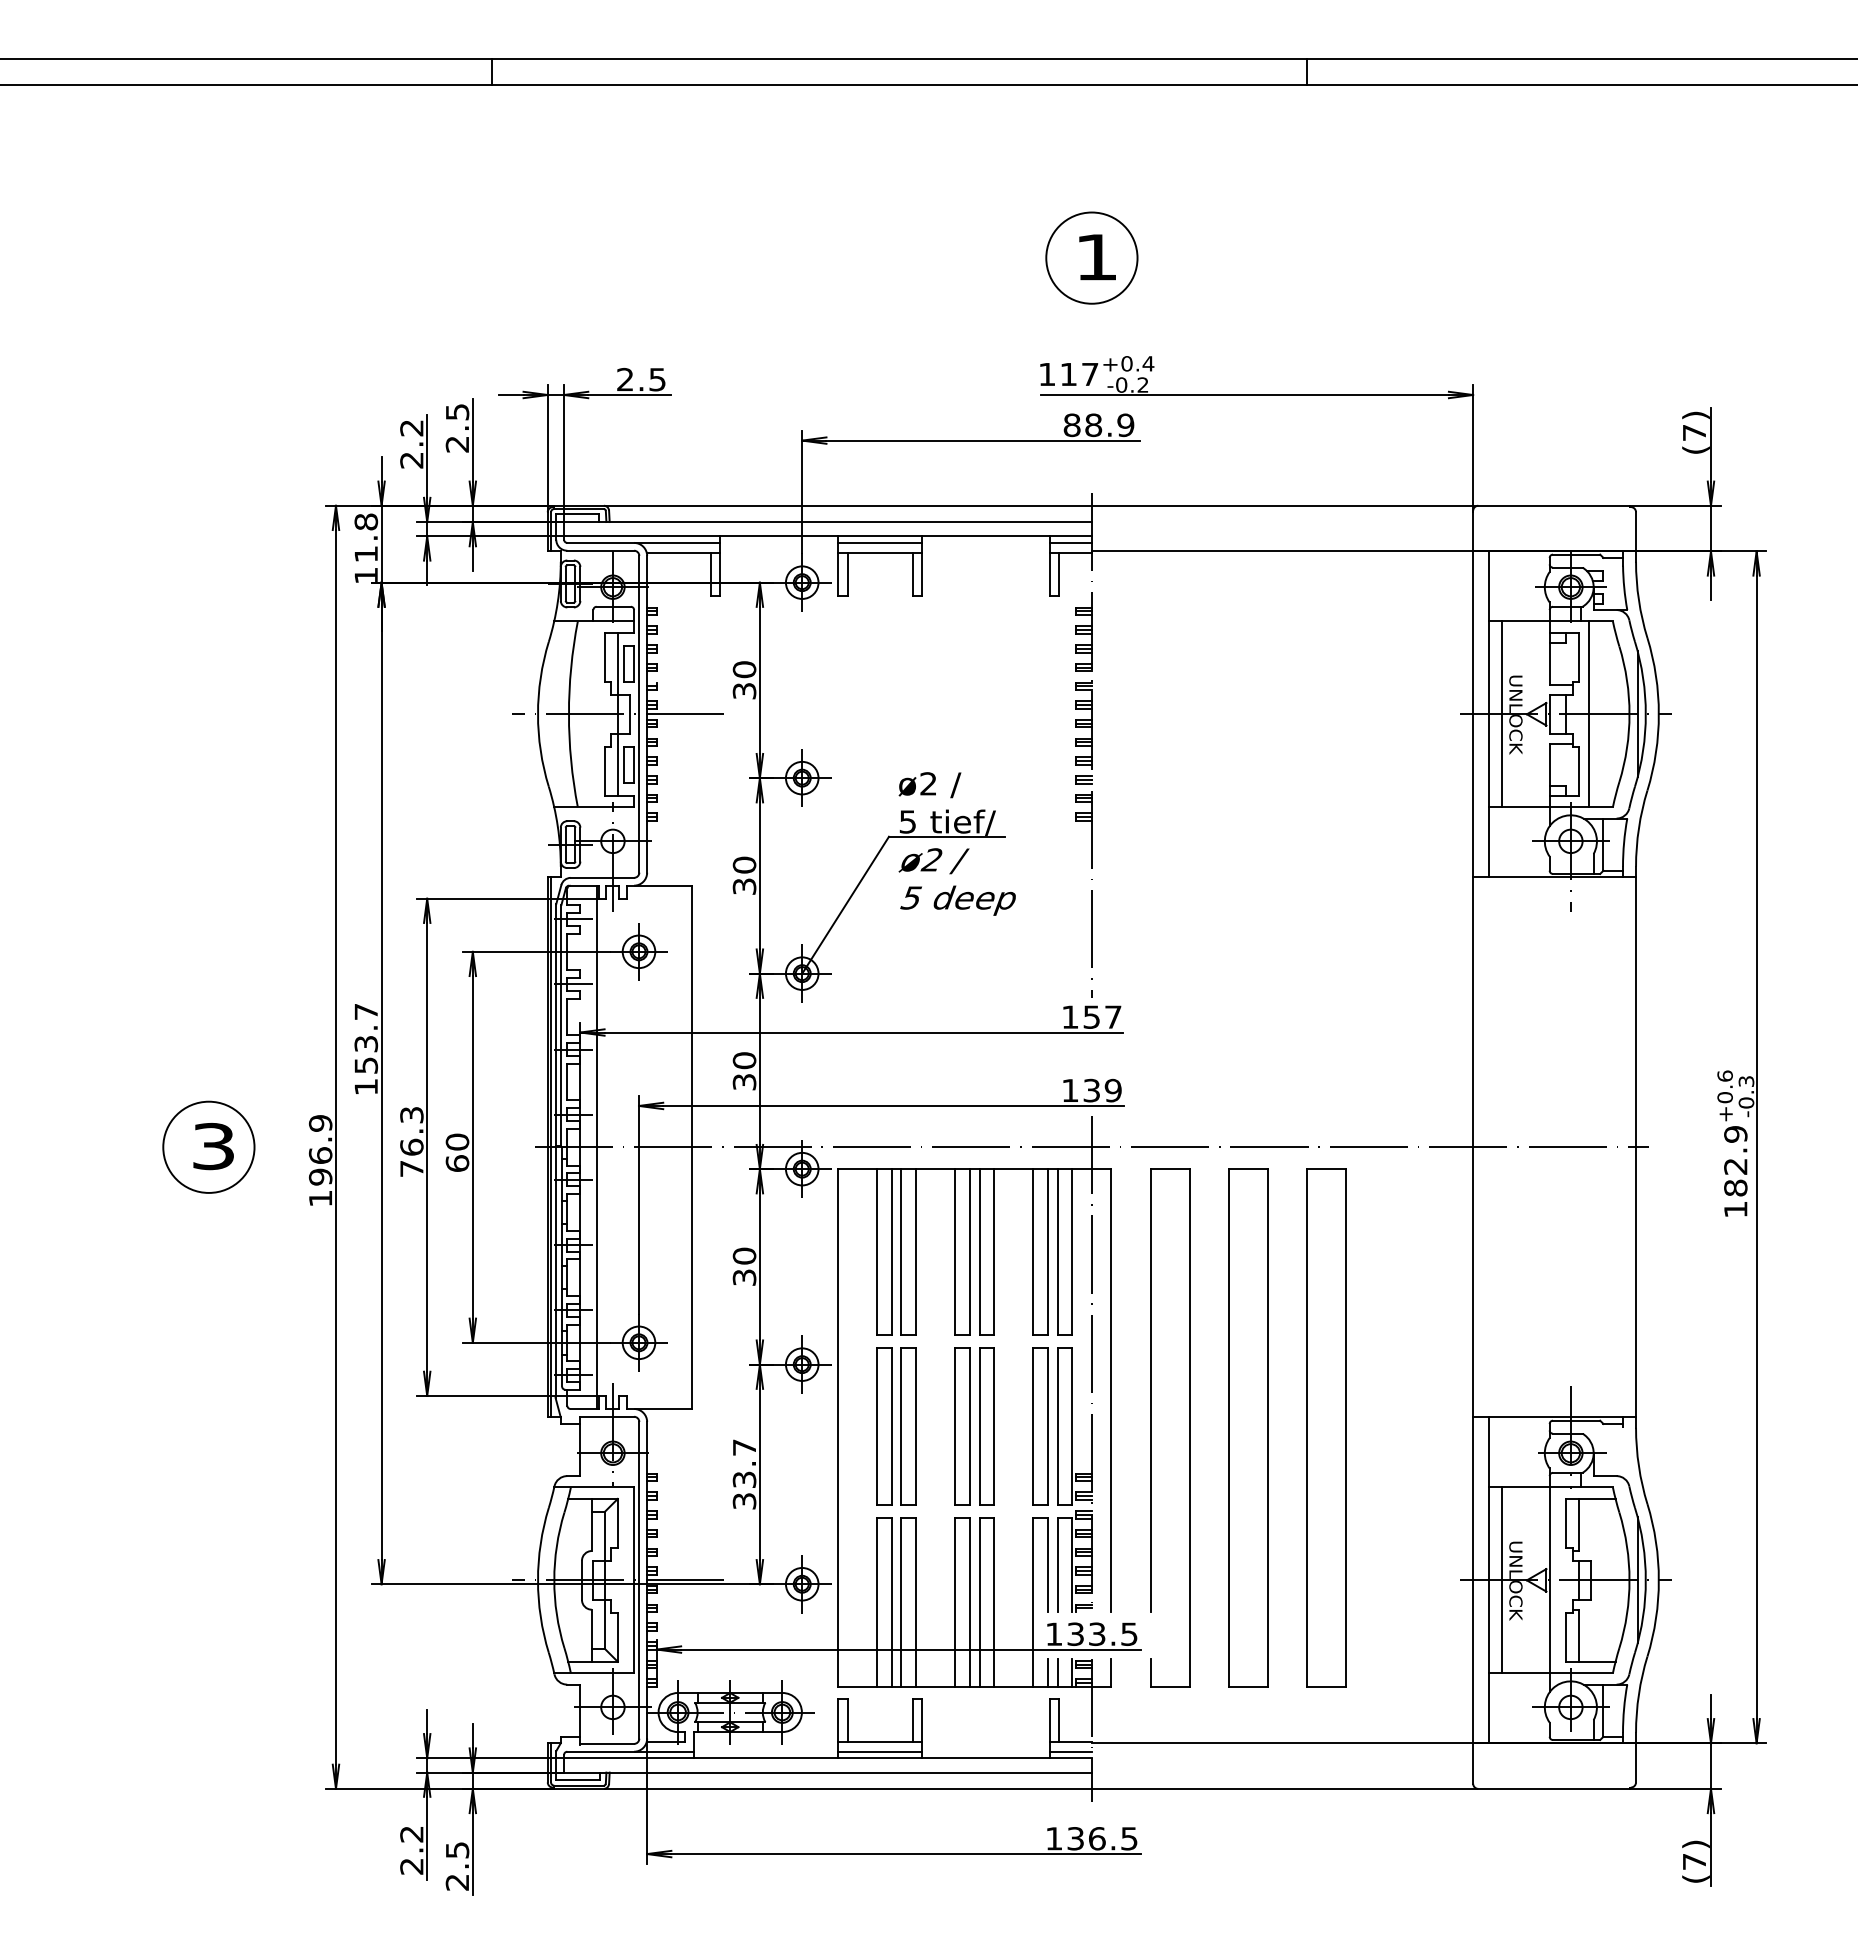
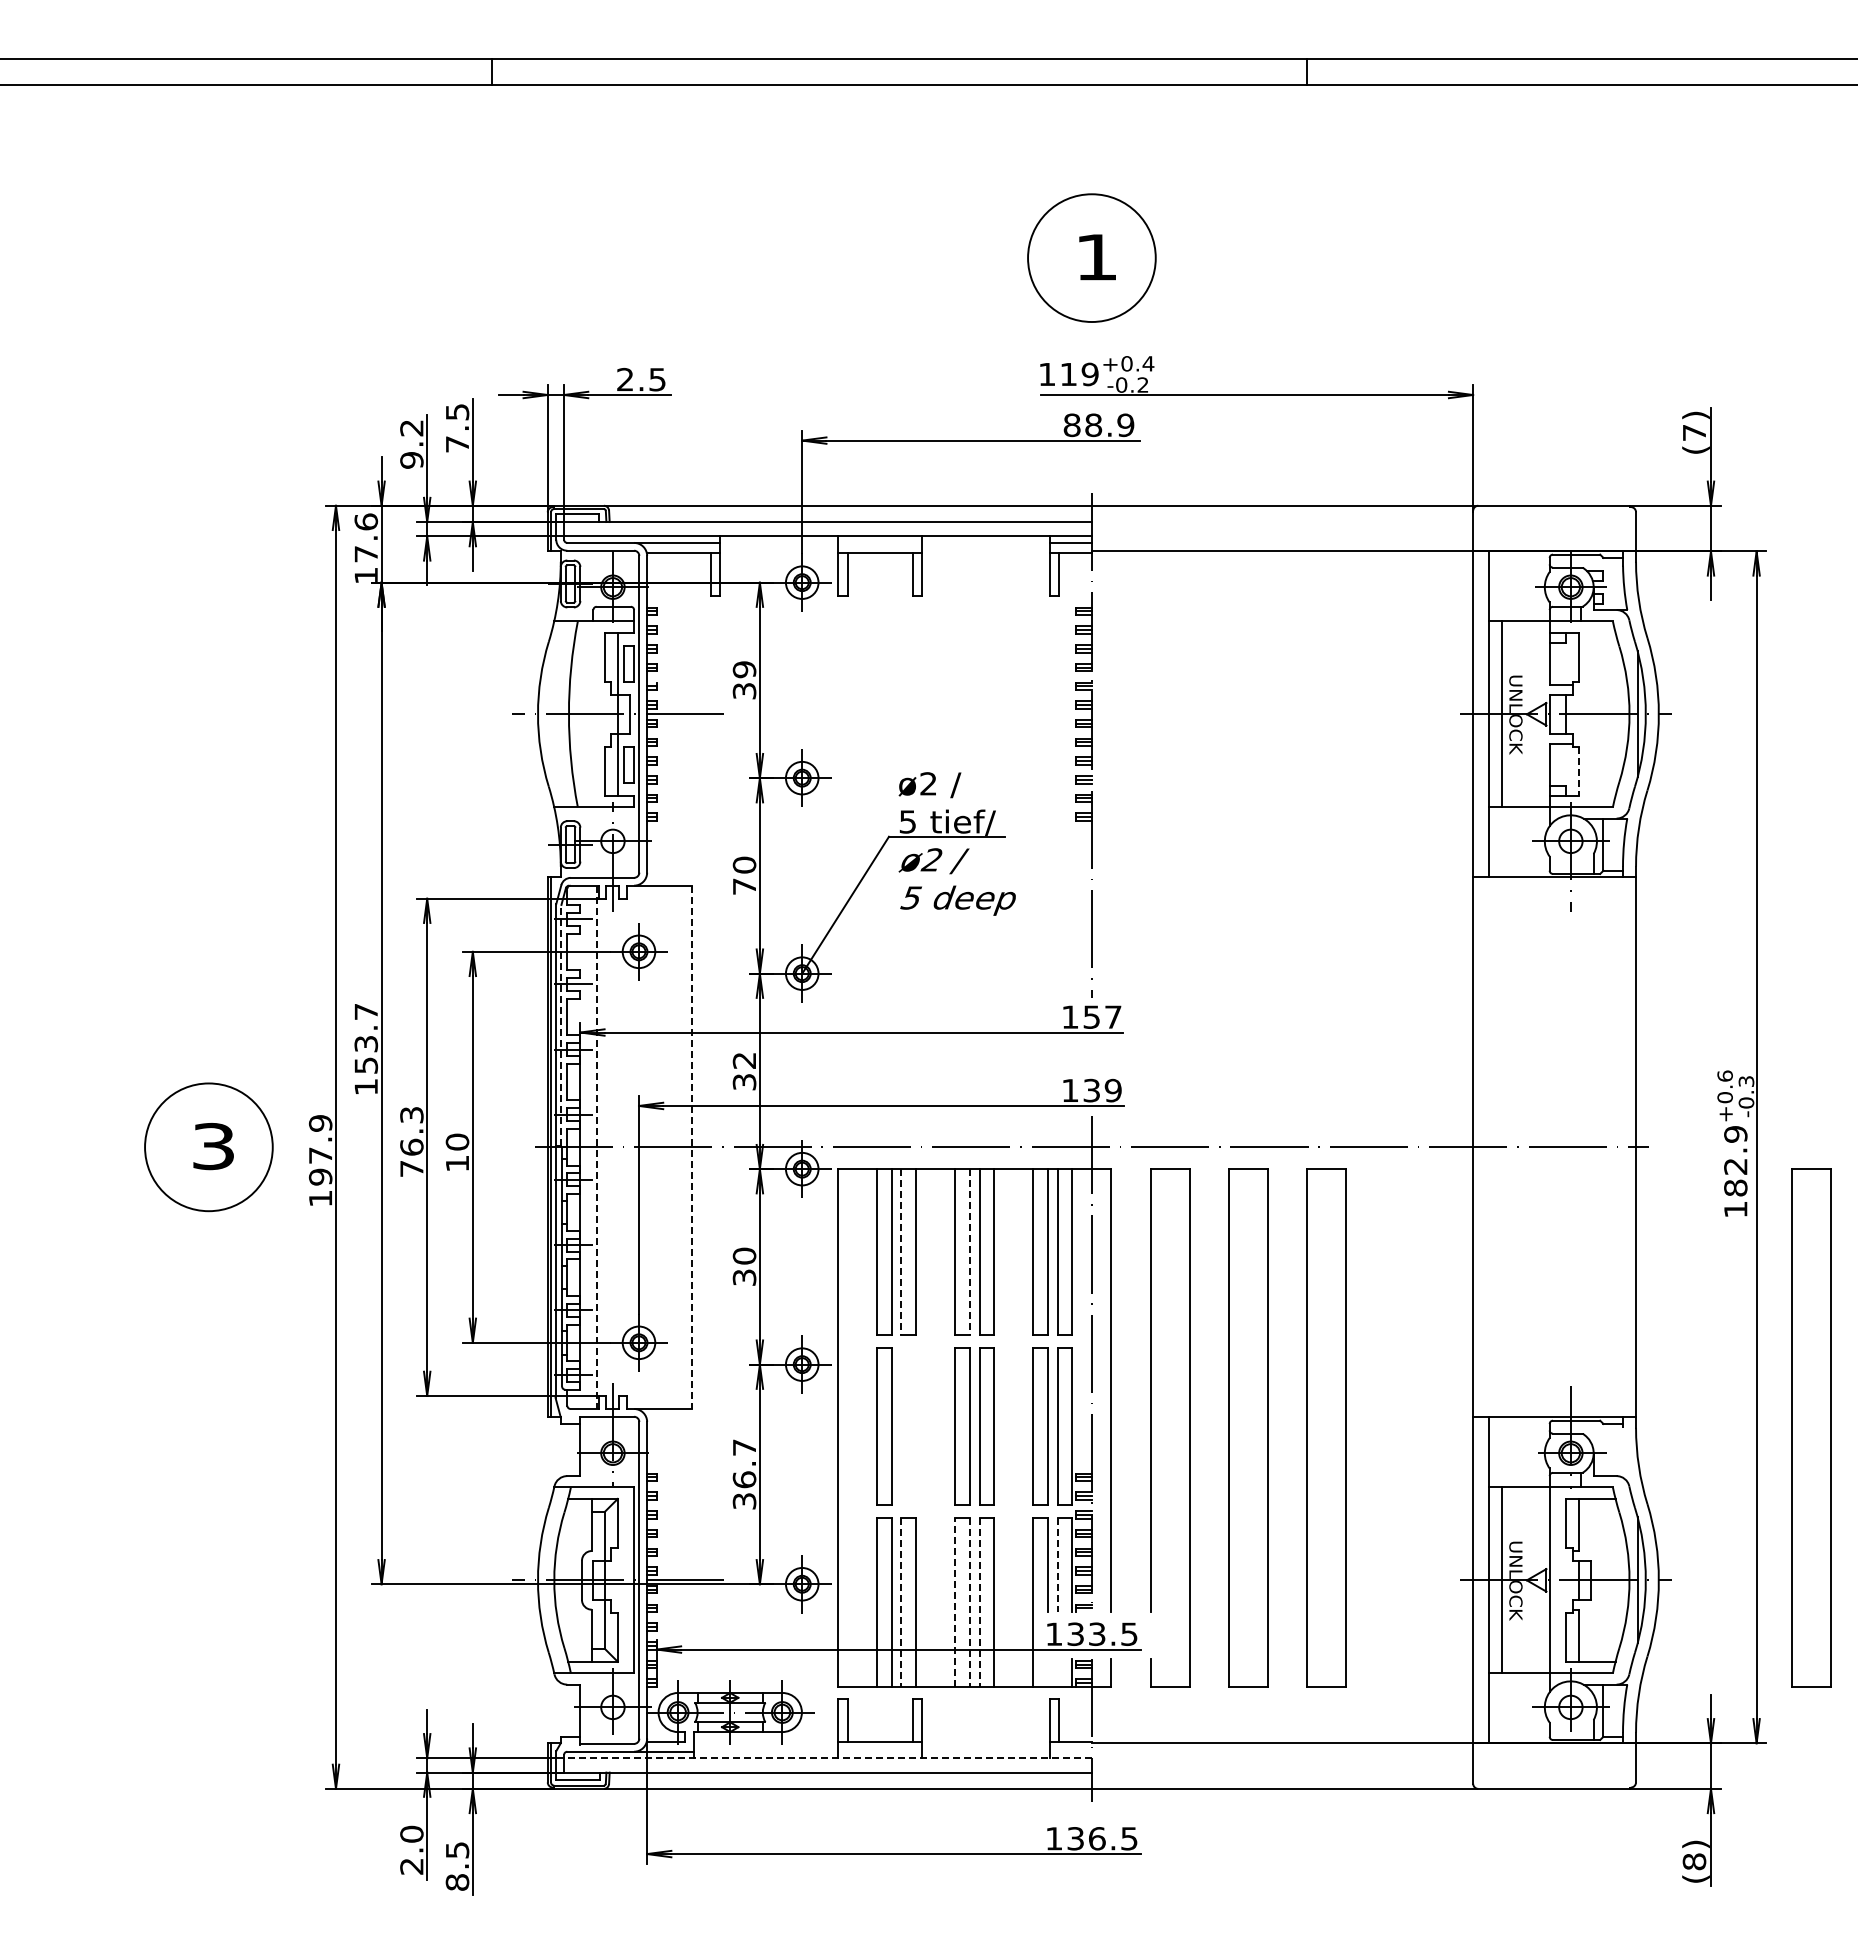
circle at (1091, 257) diameter: 91 px -> 128 px
text at (1089, 374): 117 -> 119
text at (456, 444): 2.5 -> 7.5
text at (411, 460): 2.2 -> 9.2
text at (365, 537): 11.8 -> 17.6
line at (879, 542): present -> none
text at (744, 669): 30 -> 39
line at (1588, 714): present -> none
line at (1579, 771): solid -> dashed
text at (744, 886): 30 -> 70
line at (561, 1025): solid -> dashed
text at (744, 1060): 30 -> 32
circle at (208, 1146) diameter: 91 px -> 128 px
line at (596, 1147): solid -> dashed
line at (692, 1147): solid -> dashed
text at (320, 1155): 196.9 -> 197.9
text at (457, 1163): 60 -> 10
line at (901, 1252): solid -> dashed
line at (969, 1252): solid -> dashed
part at (908, 1426): present -> none
part at (1811, 1427): none -> present
text at (744, 1479): 33.7 -> 36.7
line at (1057, 1565): solid -> dashed
line at (901, 1602): solid -> dashed
line at (955, 1602): solid -> dashed
line at (969, 1602): solid -> dashed
line at (979, 1602): solid -> dashed
line at (1047, 1672): present -> none
line at (1057, 1672): present -> none
line at (879, 1751): present -> none
line at (1070, 1751): present -> none
line at (827, 1758): solid -> dashed
text at (411, 1833): 2.2 -> 2.0
text at (1694, 1861): (7) -> (8)
text at (457, 1882): 2.5 -> 8.5
